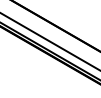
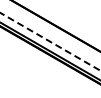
line at (50, 42): solid -> dashed
